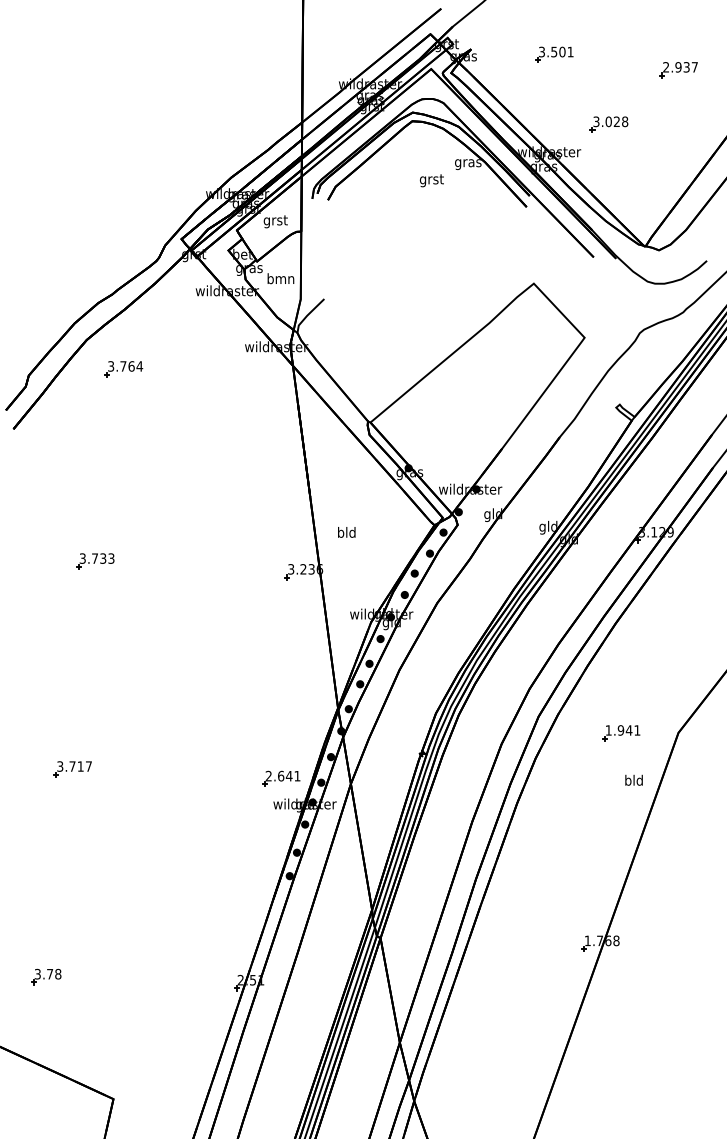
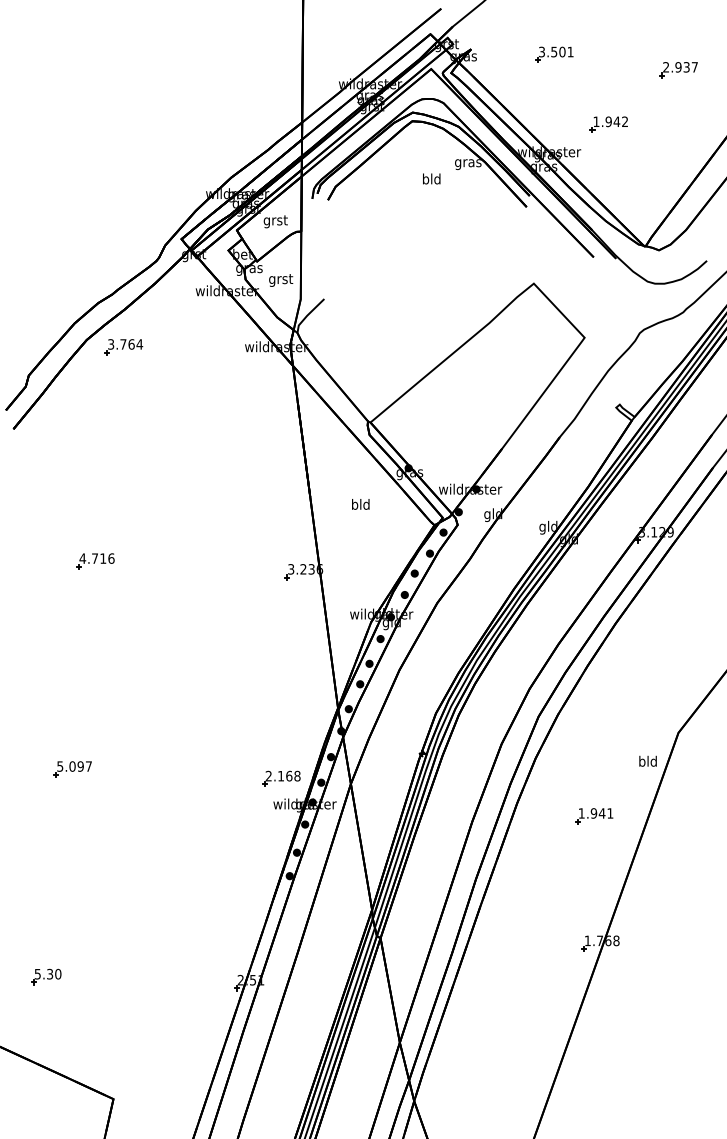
text at (610, 121): 3.028 -> 1.942
text at (431, 180): grst -> bld
text at (280, 279): bmn -> grst
part at (123, 369) position: (123, 369) -> (123, 347)
text at (346, 532) position: (346, 532) -> (360, 504)
text at (96, 558): 3.733 -> 4.716
part at (621, 733) position: (621, 733) -> (594, 816)
text at (70, 766): 3.717 -> 5.097
text at (289, 775): 2.641 -> 2.168
text at (633, 779) position: (633, 779) -> (647, 760)
text at (48, 973): 3.78 -> 5.30
